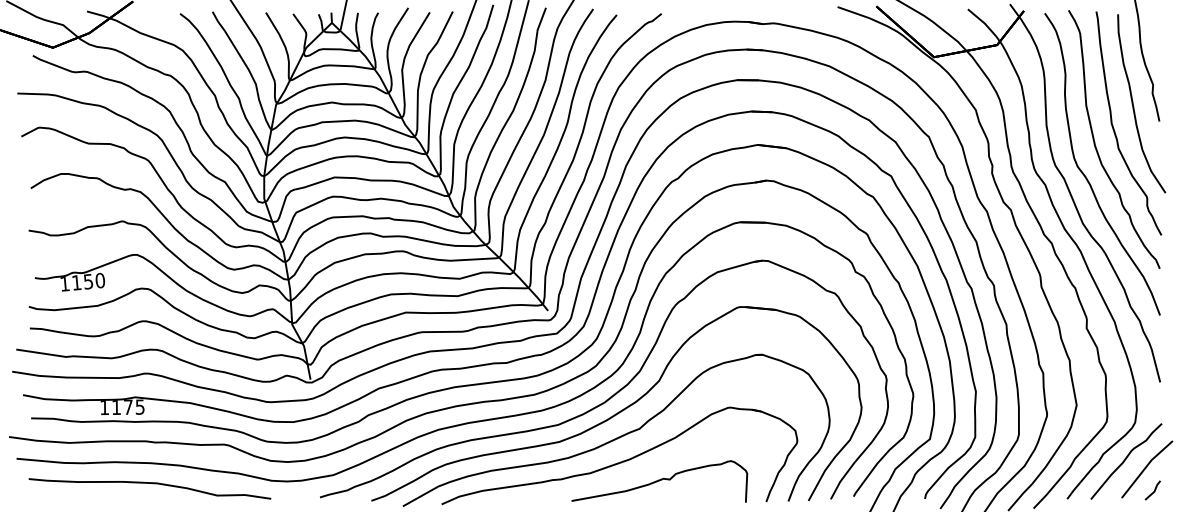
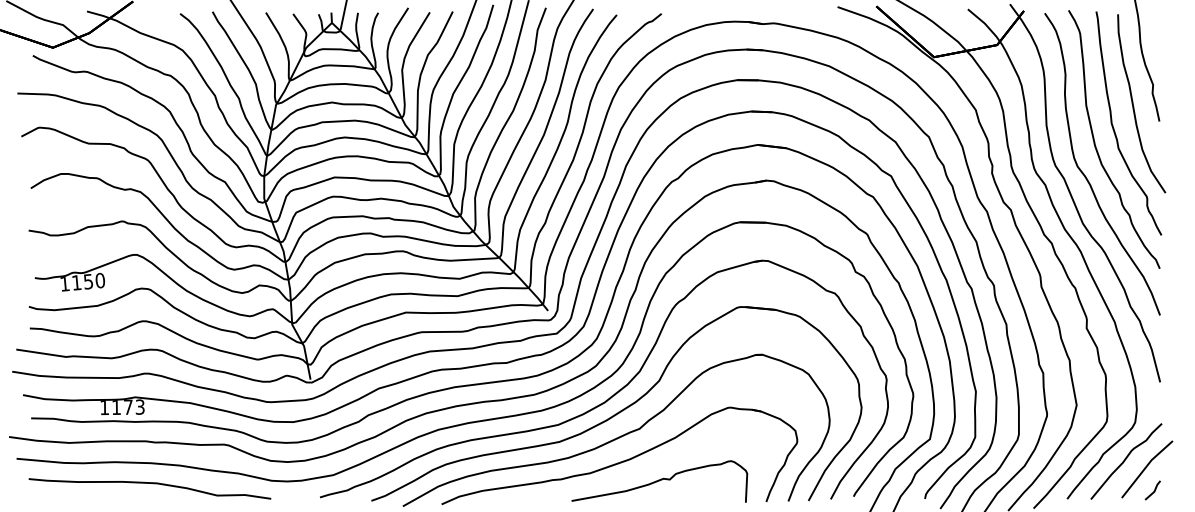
text at (140, 406): 1175 -> 1173
